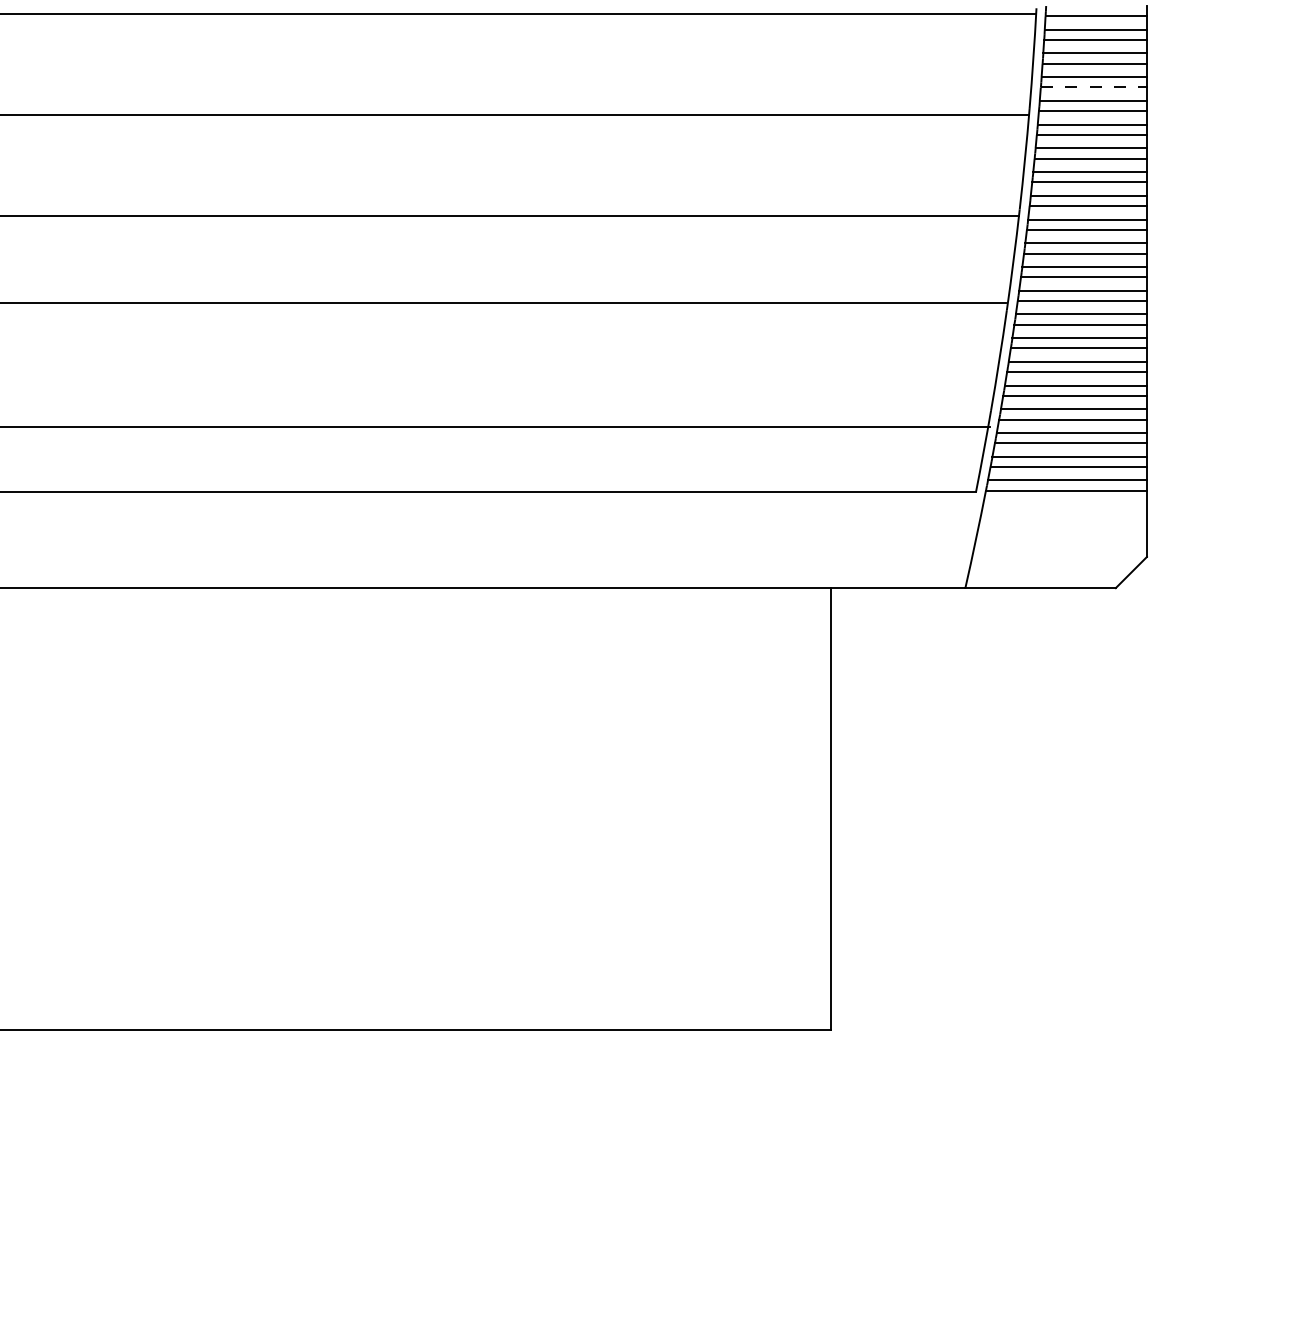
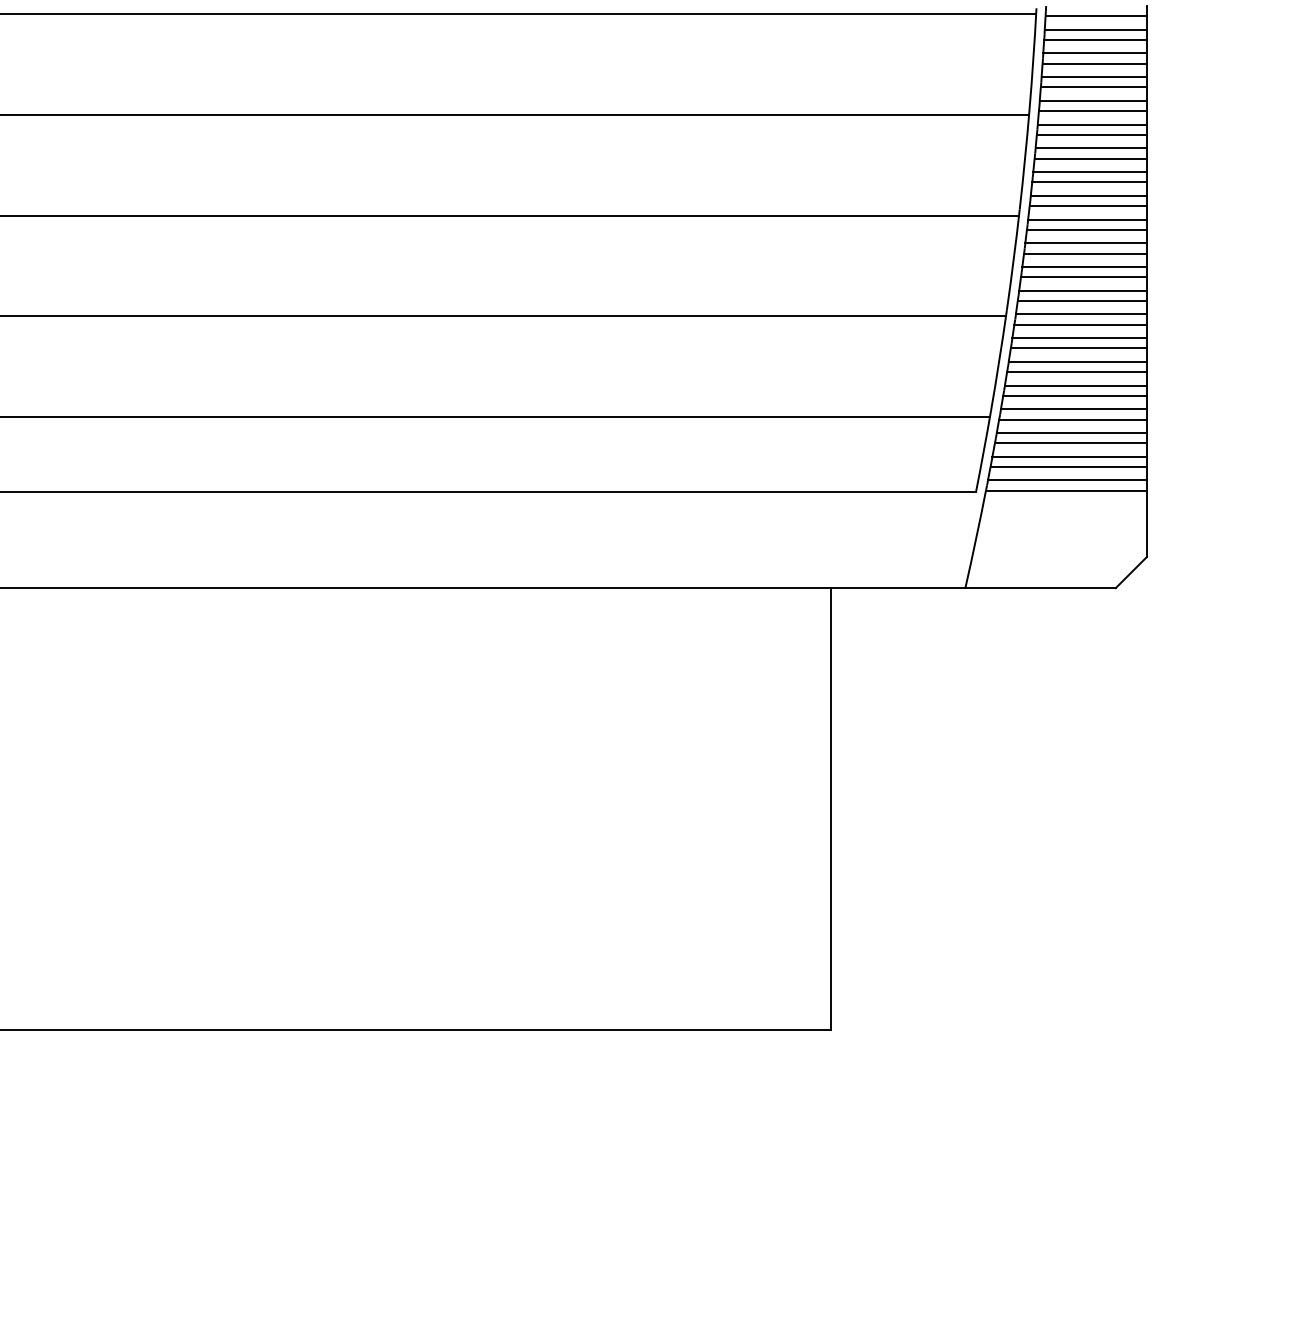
line at (1094, 87): dashed -> solid
line at (503, 303) position: (503, 303) -> (503, 316)
line at (495, 426) position: (495, 426) -> (495, 416)
